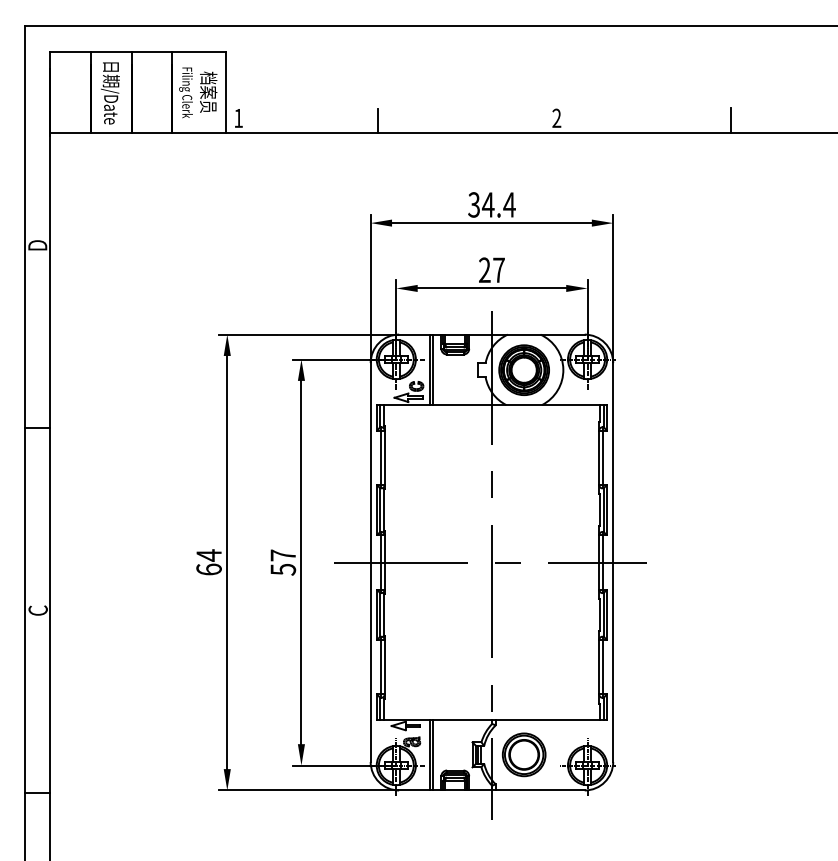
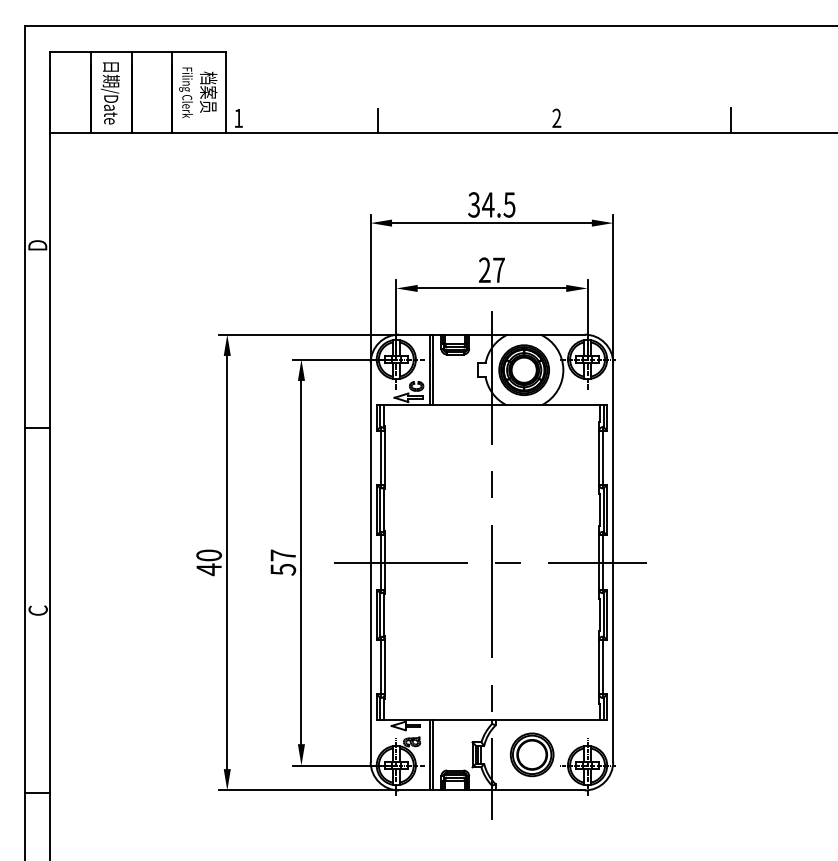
text at (509, 204): 34.4 -> 34.5
text at (208, 562): 64 -> 40
part at (523, 754) position: (523, 754) -> (531, 754)
